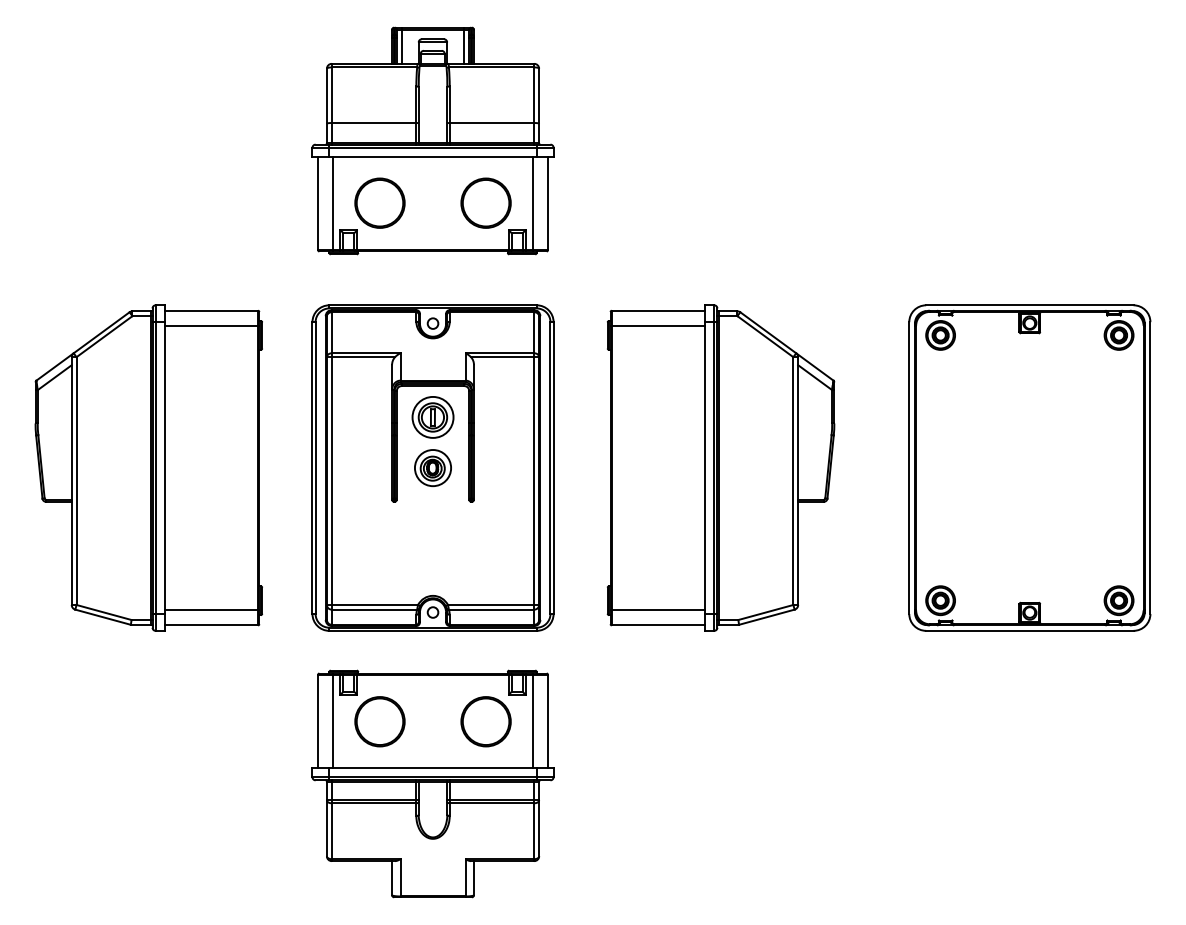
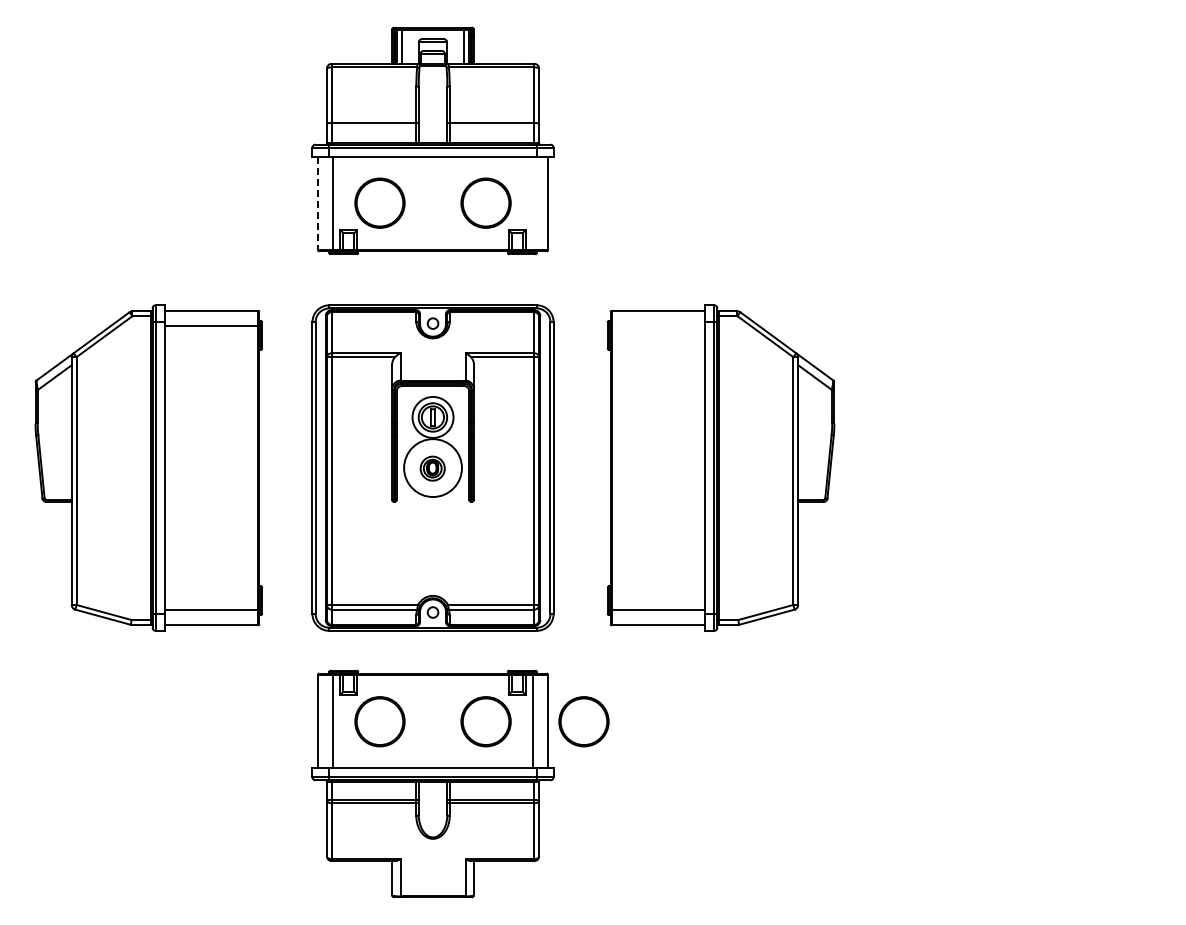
line at (318, 203): solid -> dashed
line at (533, 204): present -> none
line at (657, 325): present -> none
part at (1029, 467): present -> none
circle at (432, 468) diameter: 36 px -> 58 px
circle at (583, 721): none -> present
